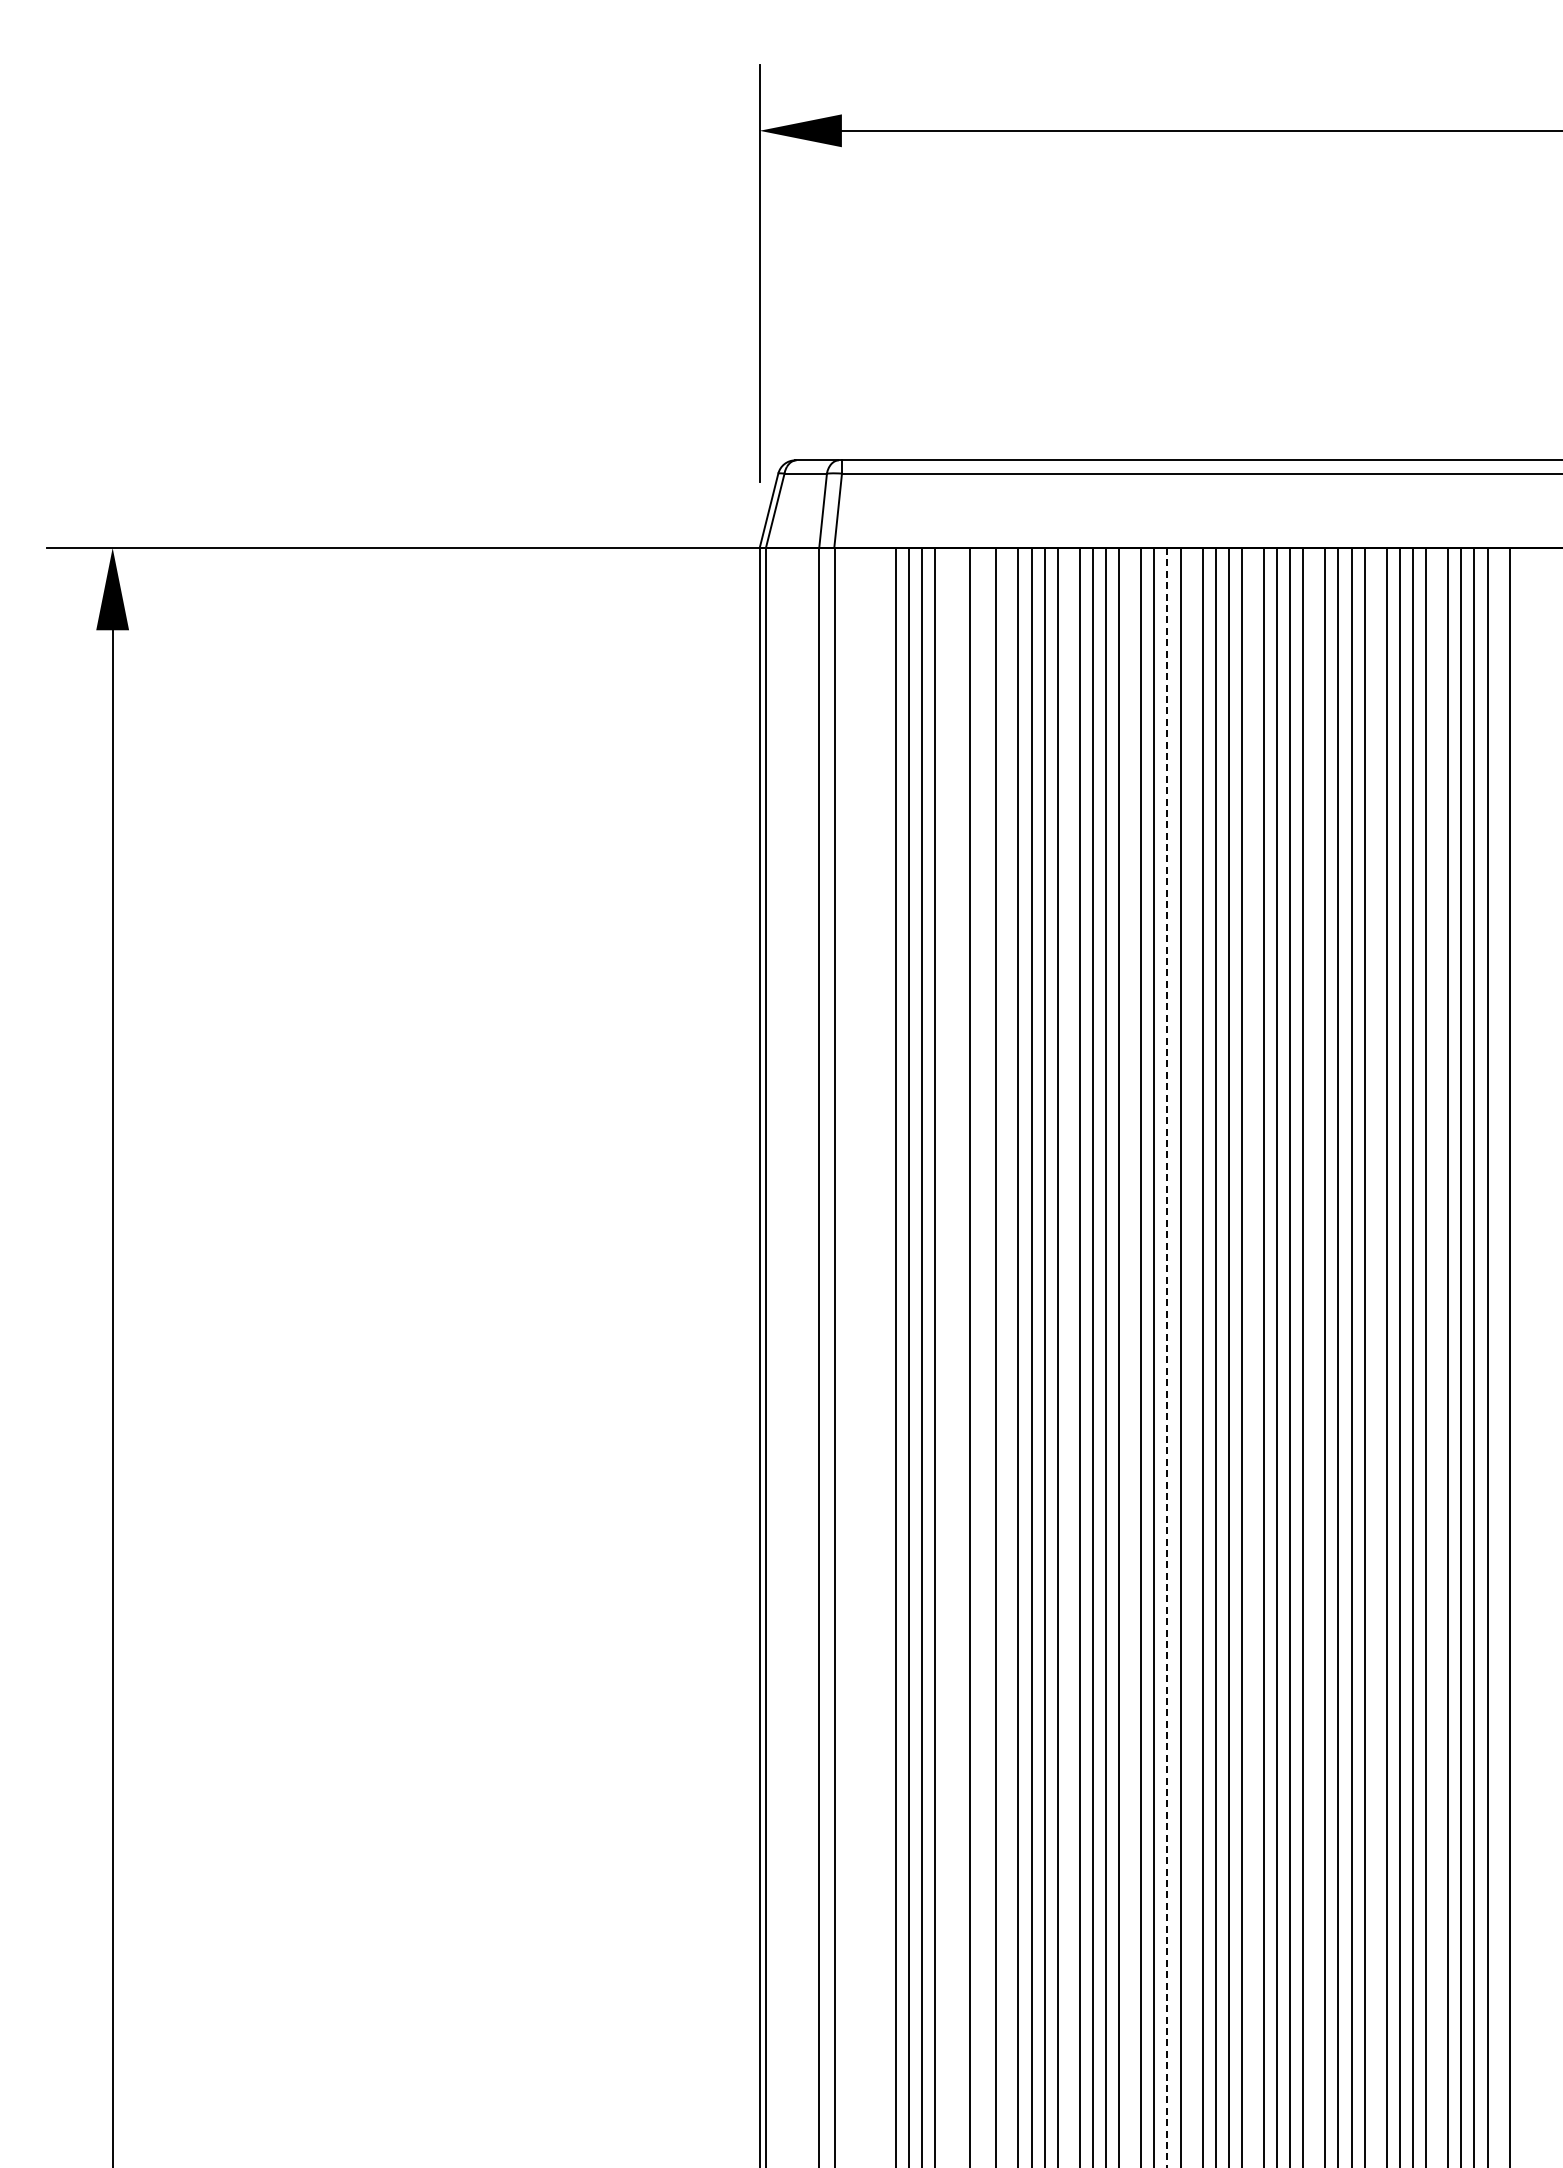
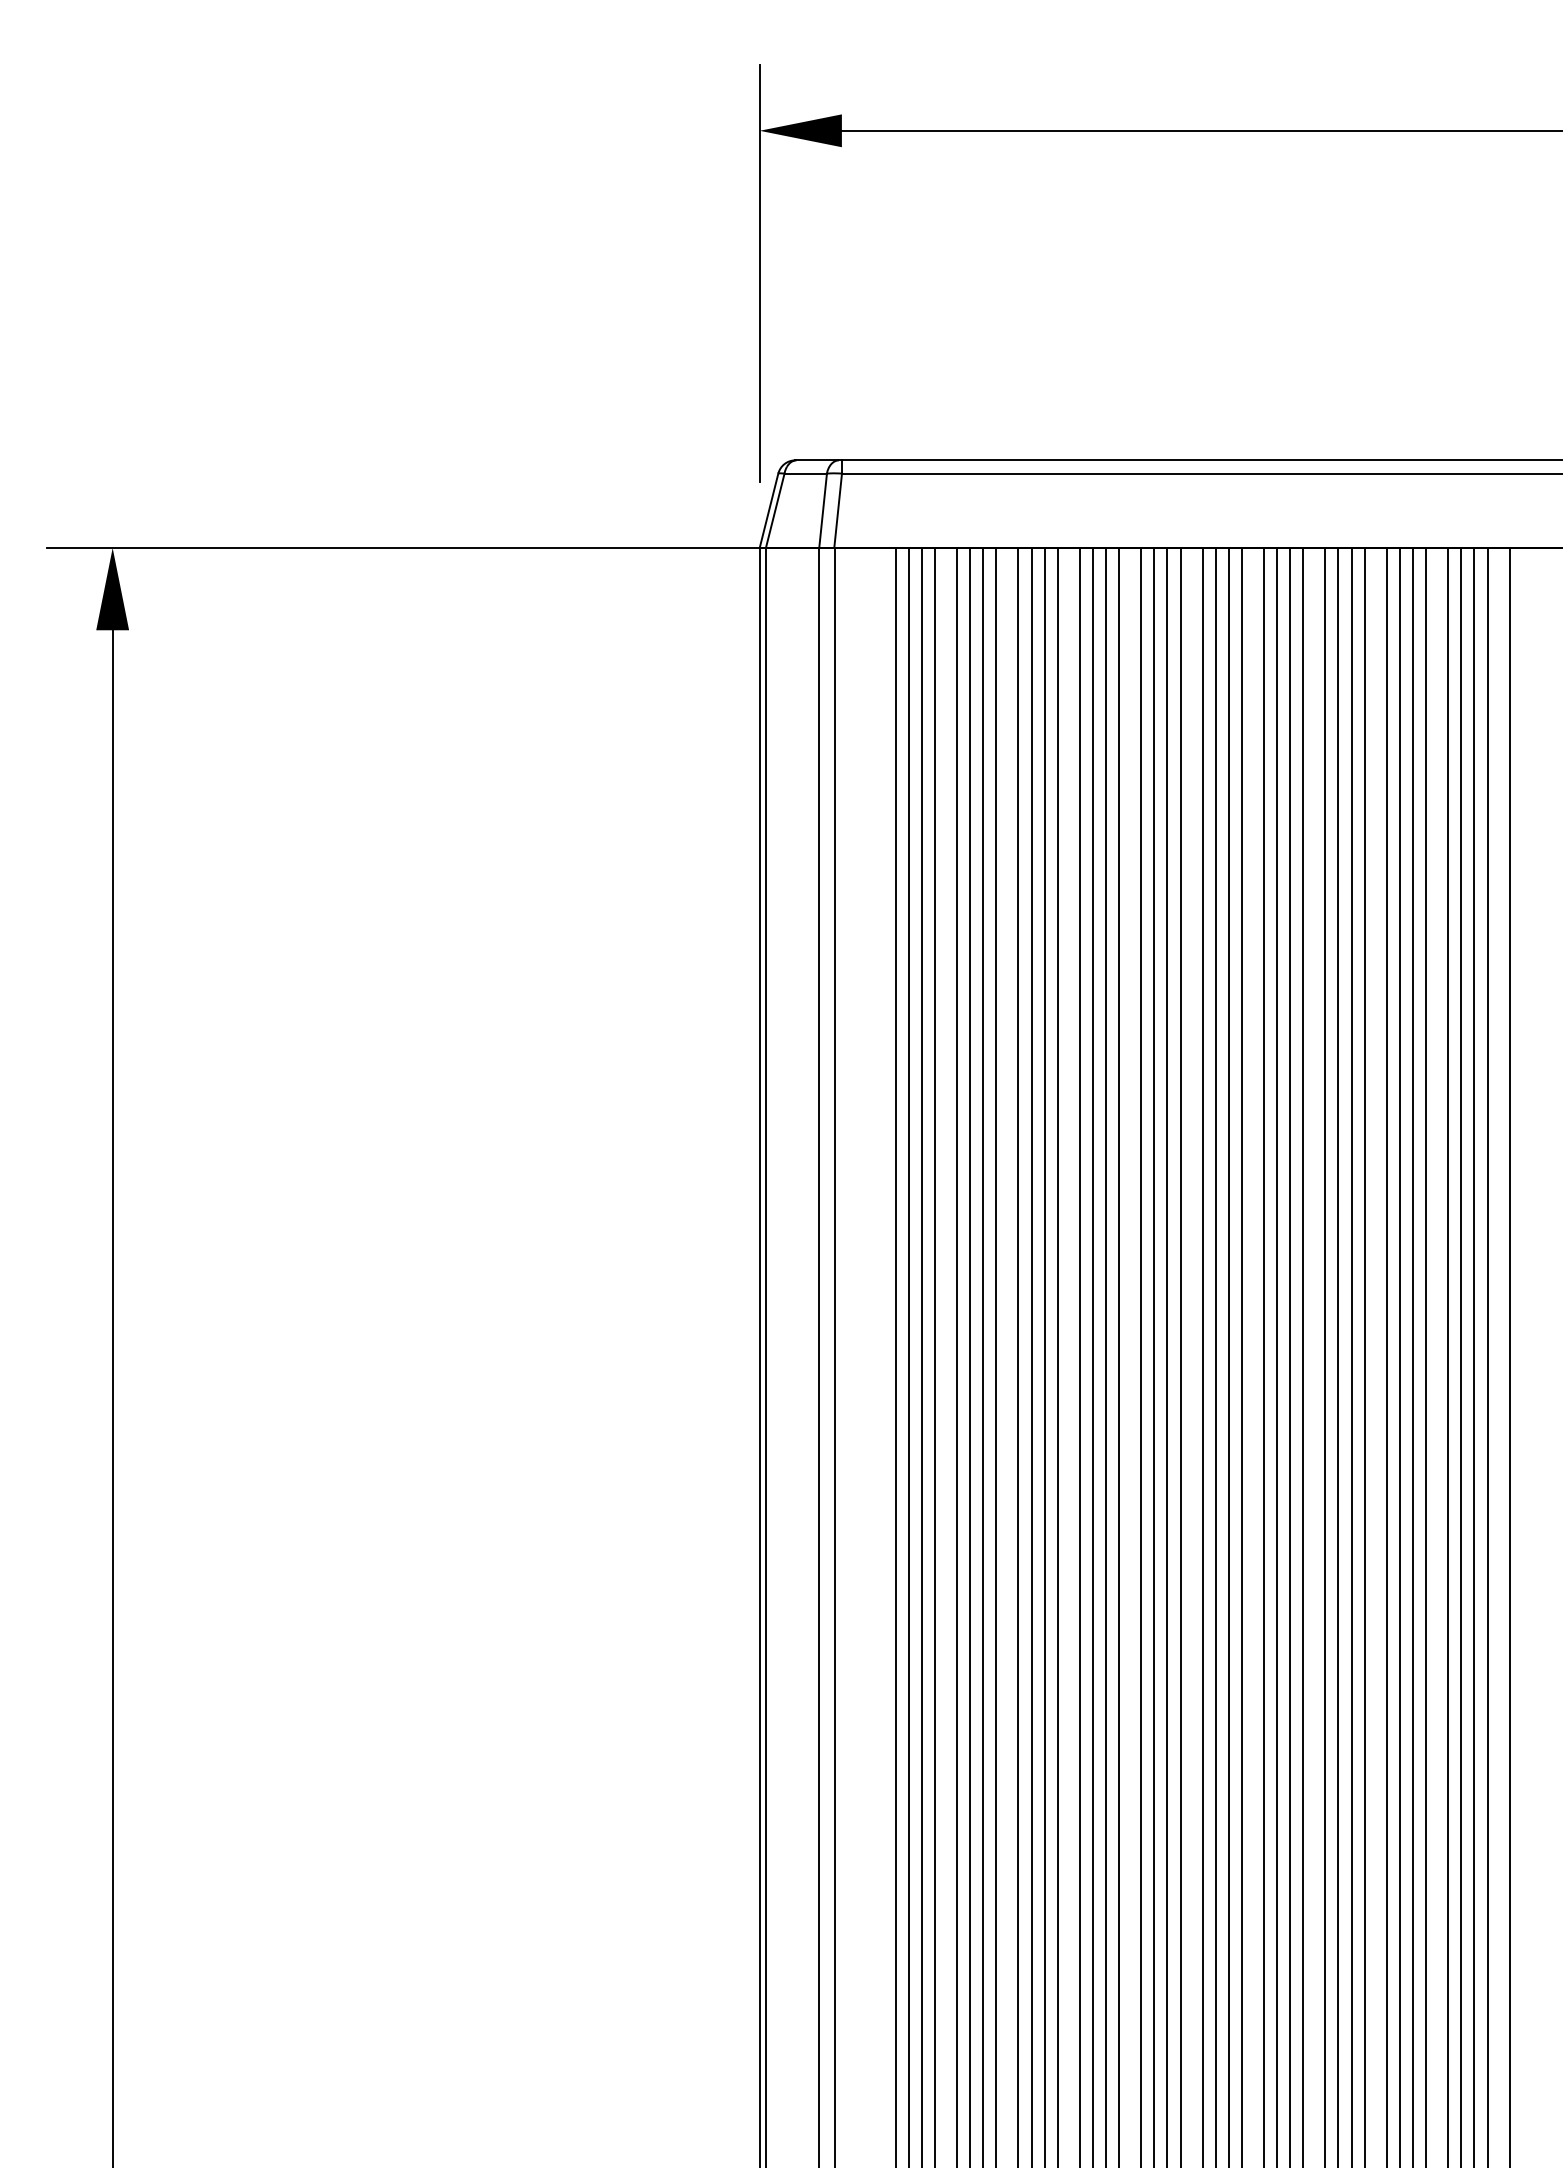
line at (957, 1356): none -> present
line at (983, 1356): none -> present
line at (1167, 1358): dashed -> solid
